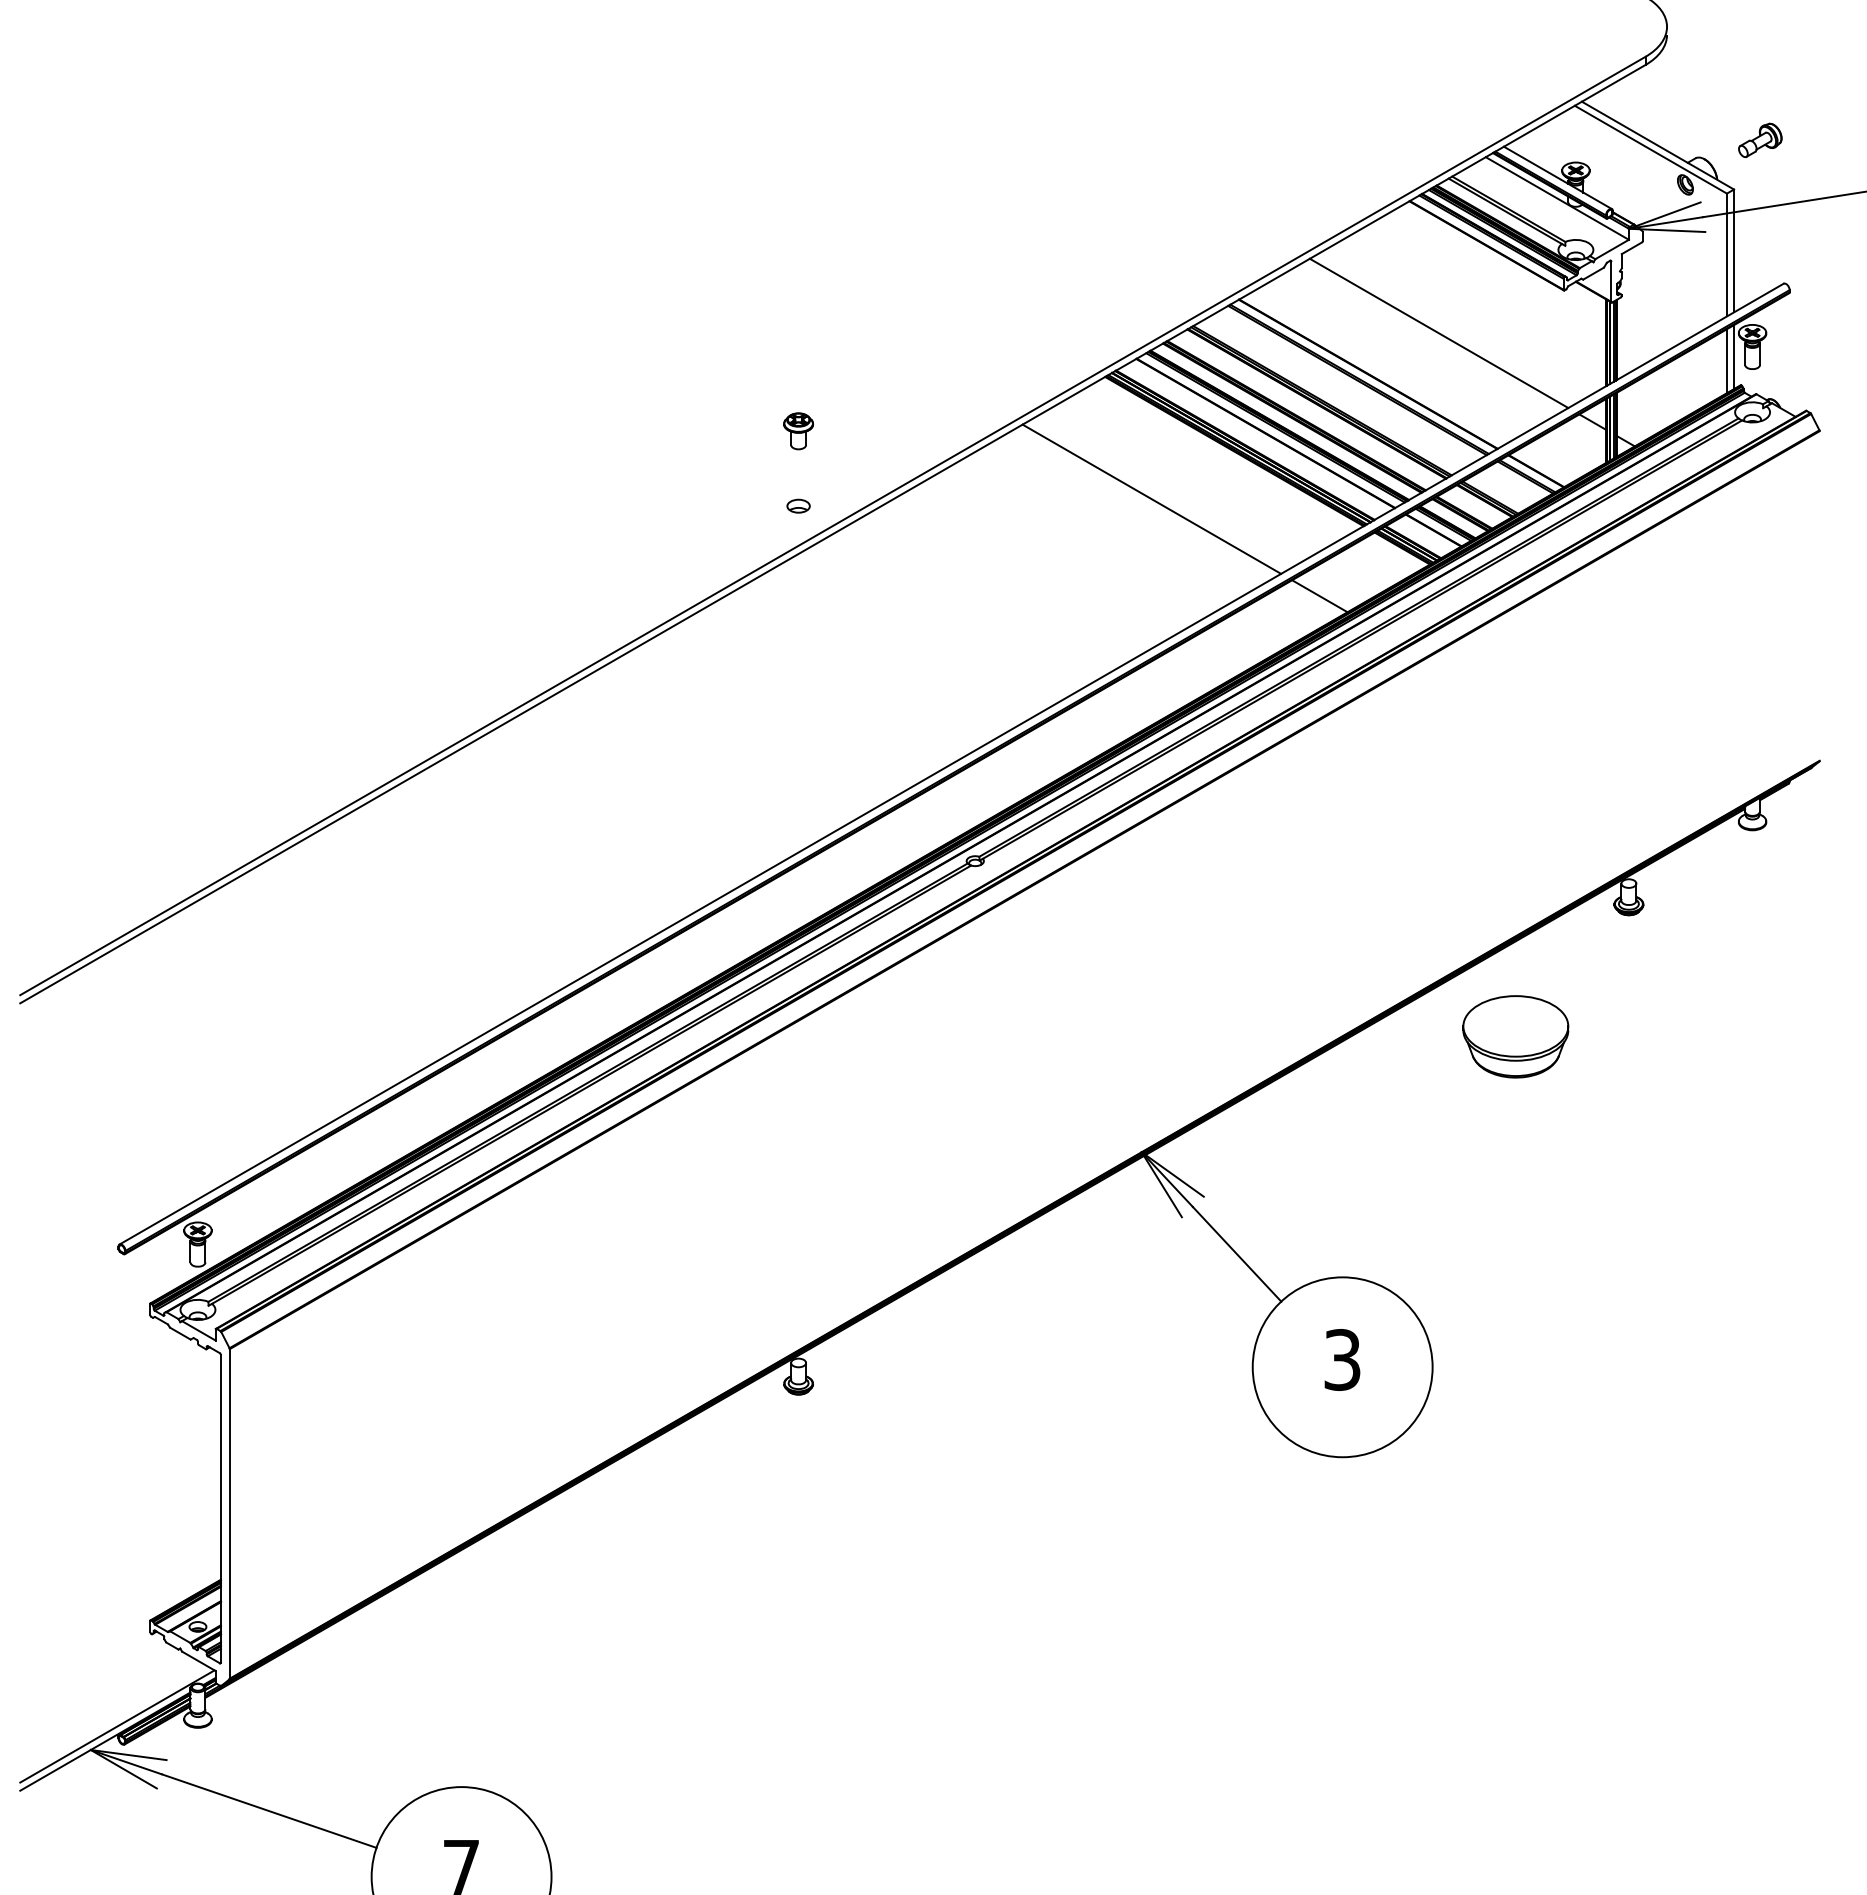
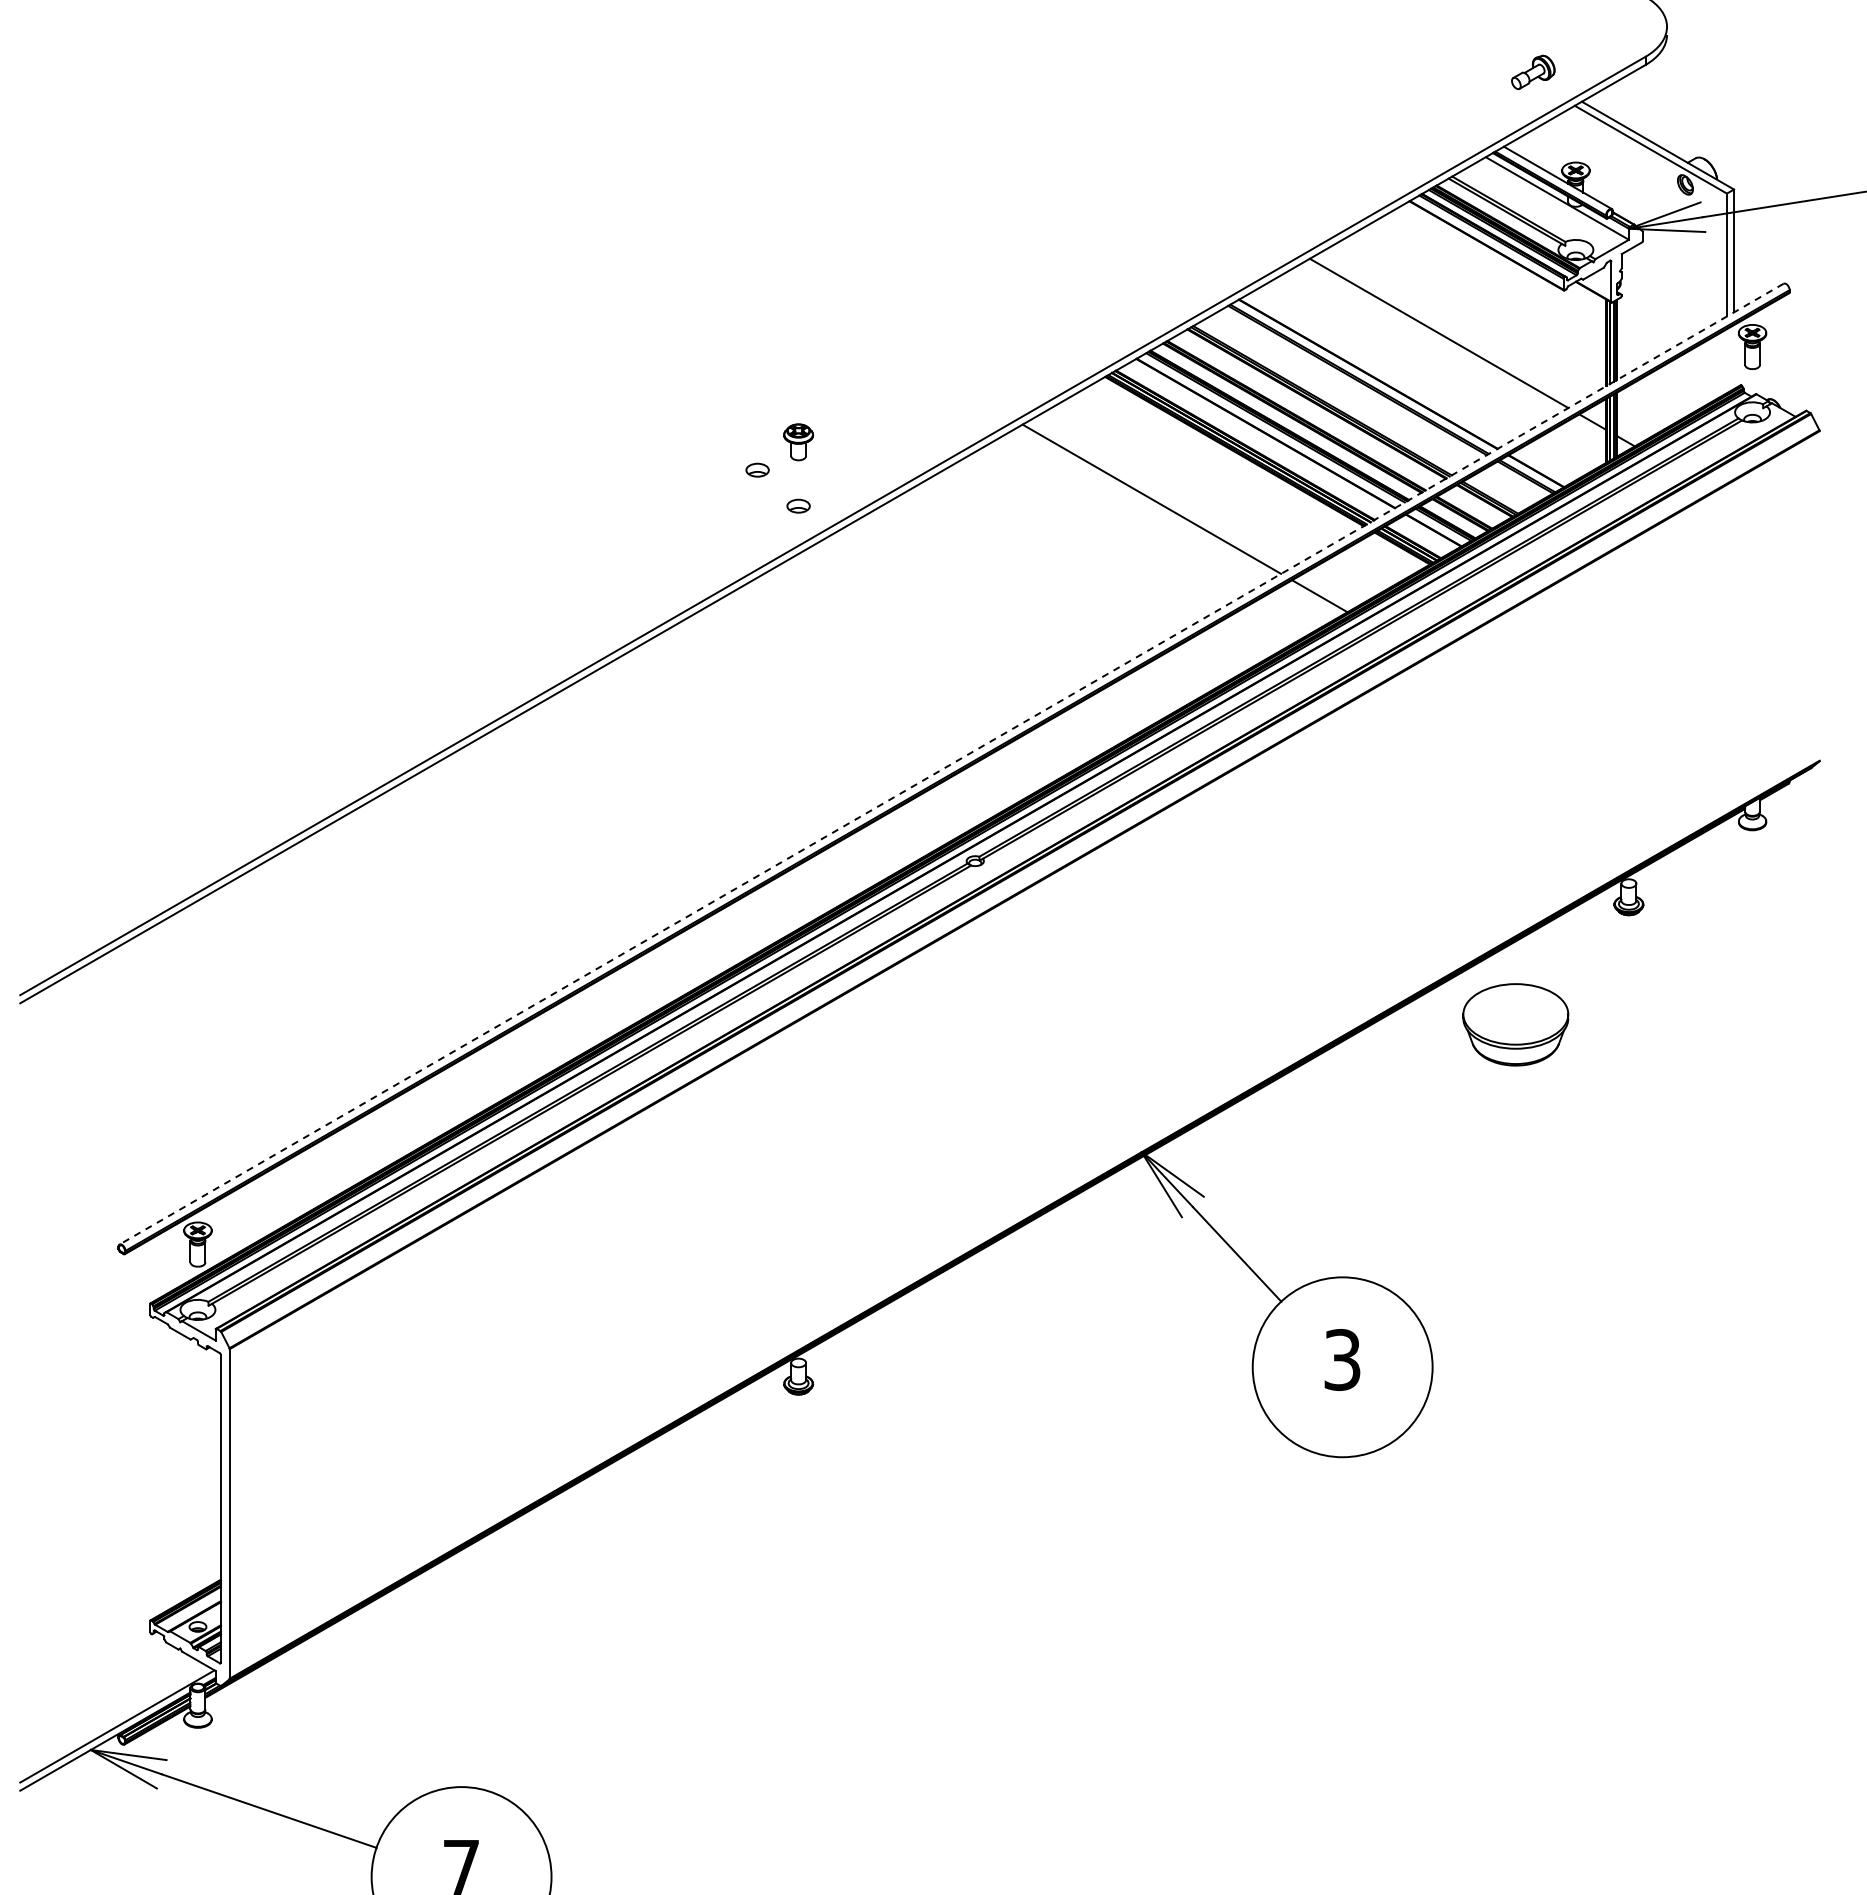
part at (1760, 140) position: (1760, 140) -> (1533, 72)
line at (1734, 357): present -> none
line at (1726, 361): present -> none
part at (798, 431) position: (798, 431) -> (798, 442)
part at (757, 469): none -> present
line at (951, 764): solid -> dashed
part at (1515, 1036) position: (1515, 1036) -> (1515, 1024)
